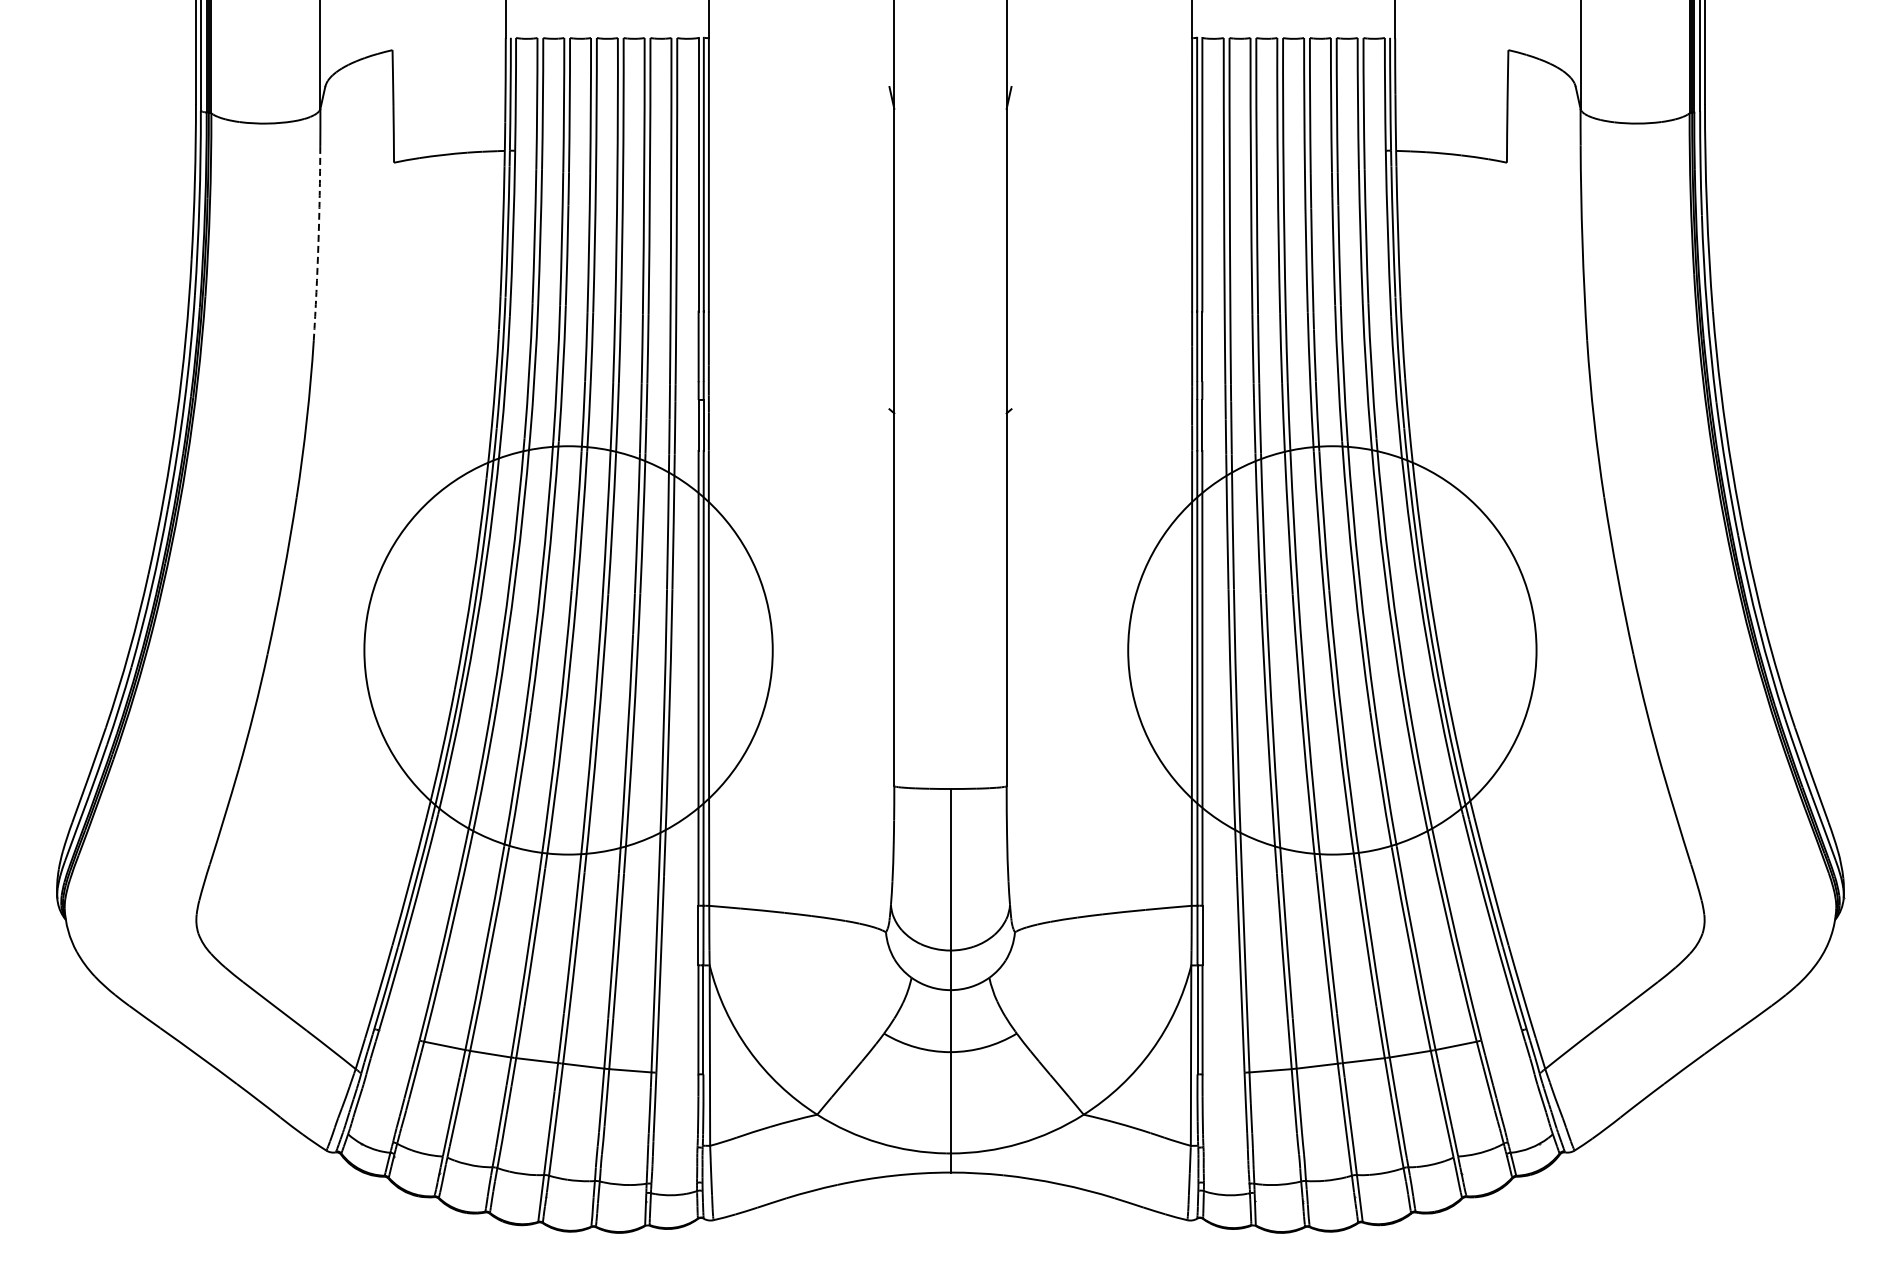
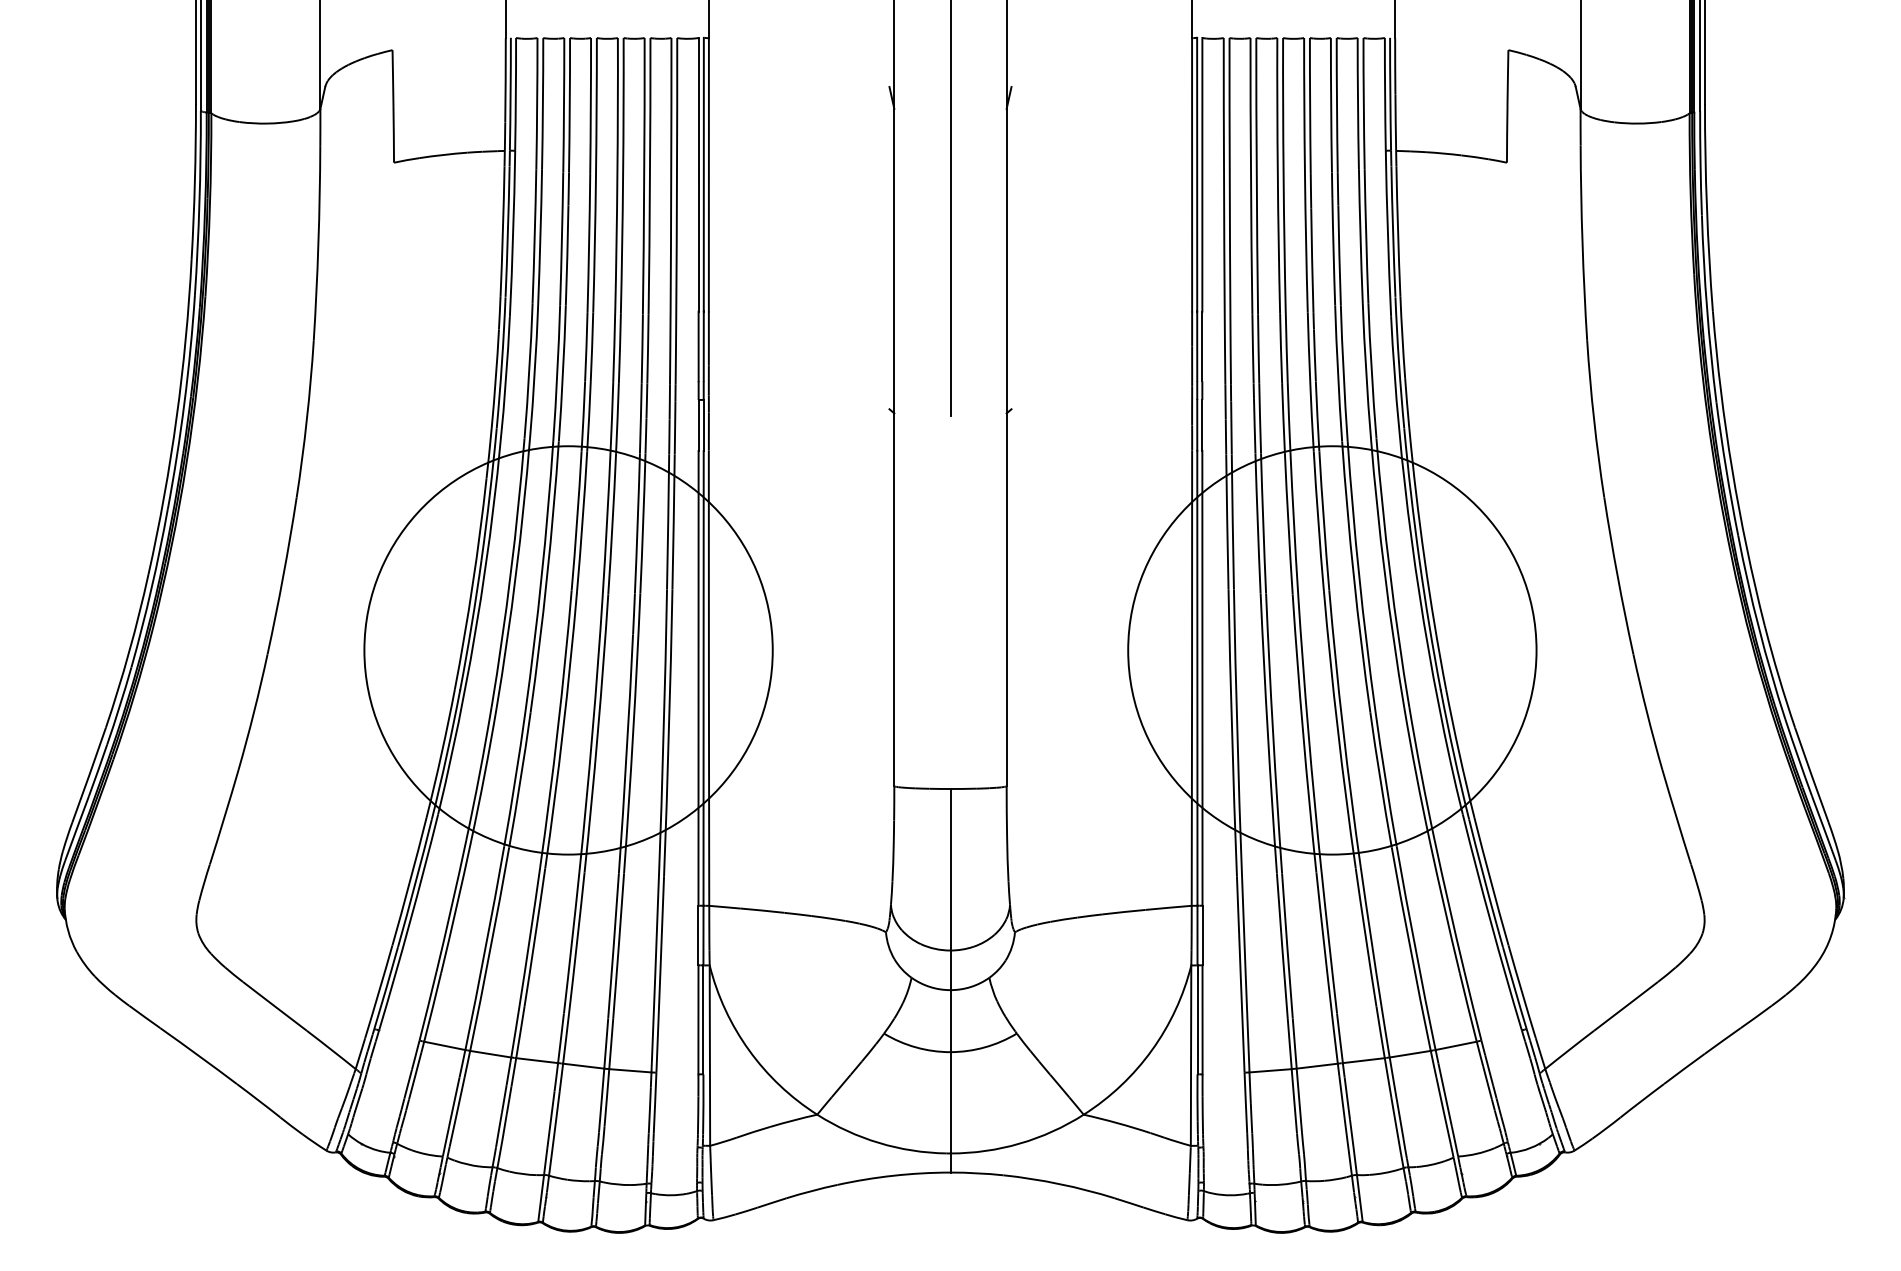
line at (950, 209): none -> present
arc at (318, 243): dashed -> solid
